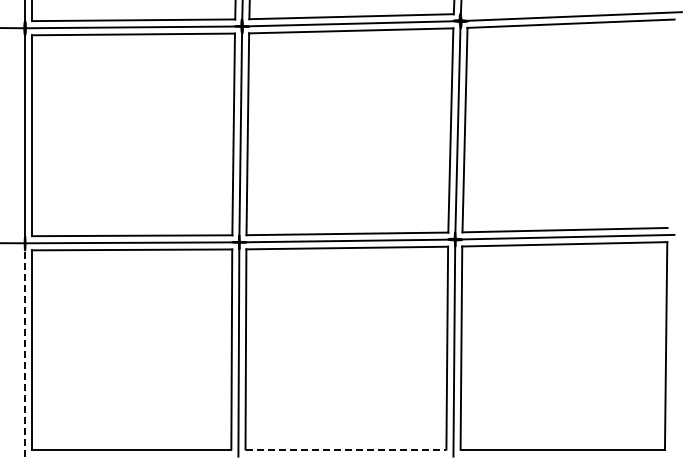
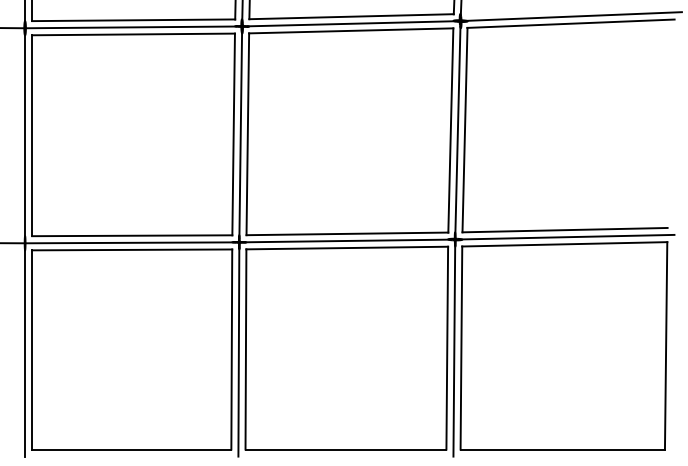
line at (25, 349): dashed -> solid
line at (346, 449): dashed -> solid
